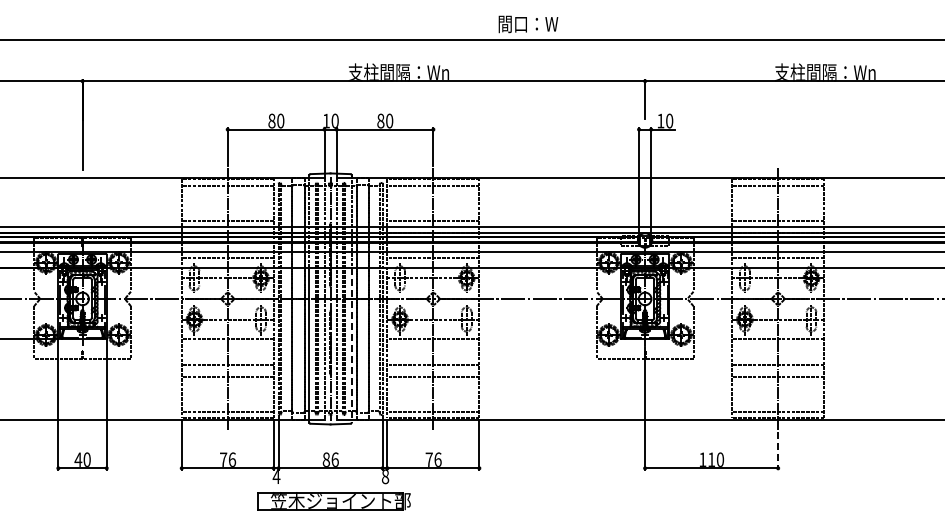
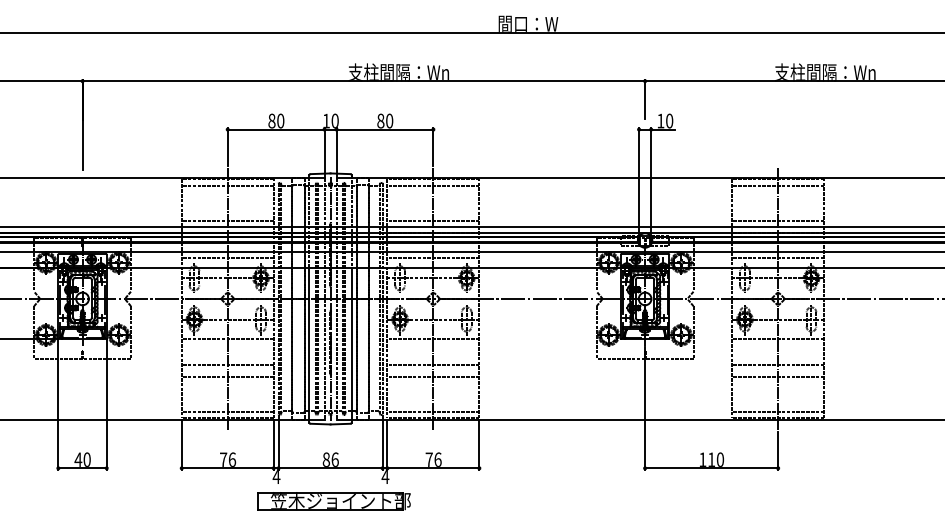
line at (471, 39) position: (471, 39) -> (471, 32)
line at (351, 345): dashed -> solid
line at (778, 450): dashed -> solid
text at (385, 476): 8 -> 4
